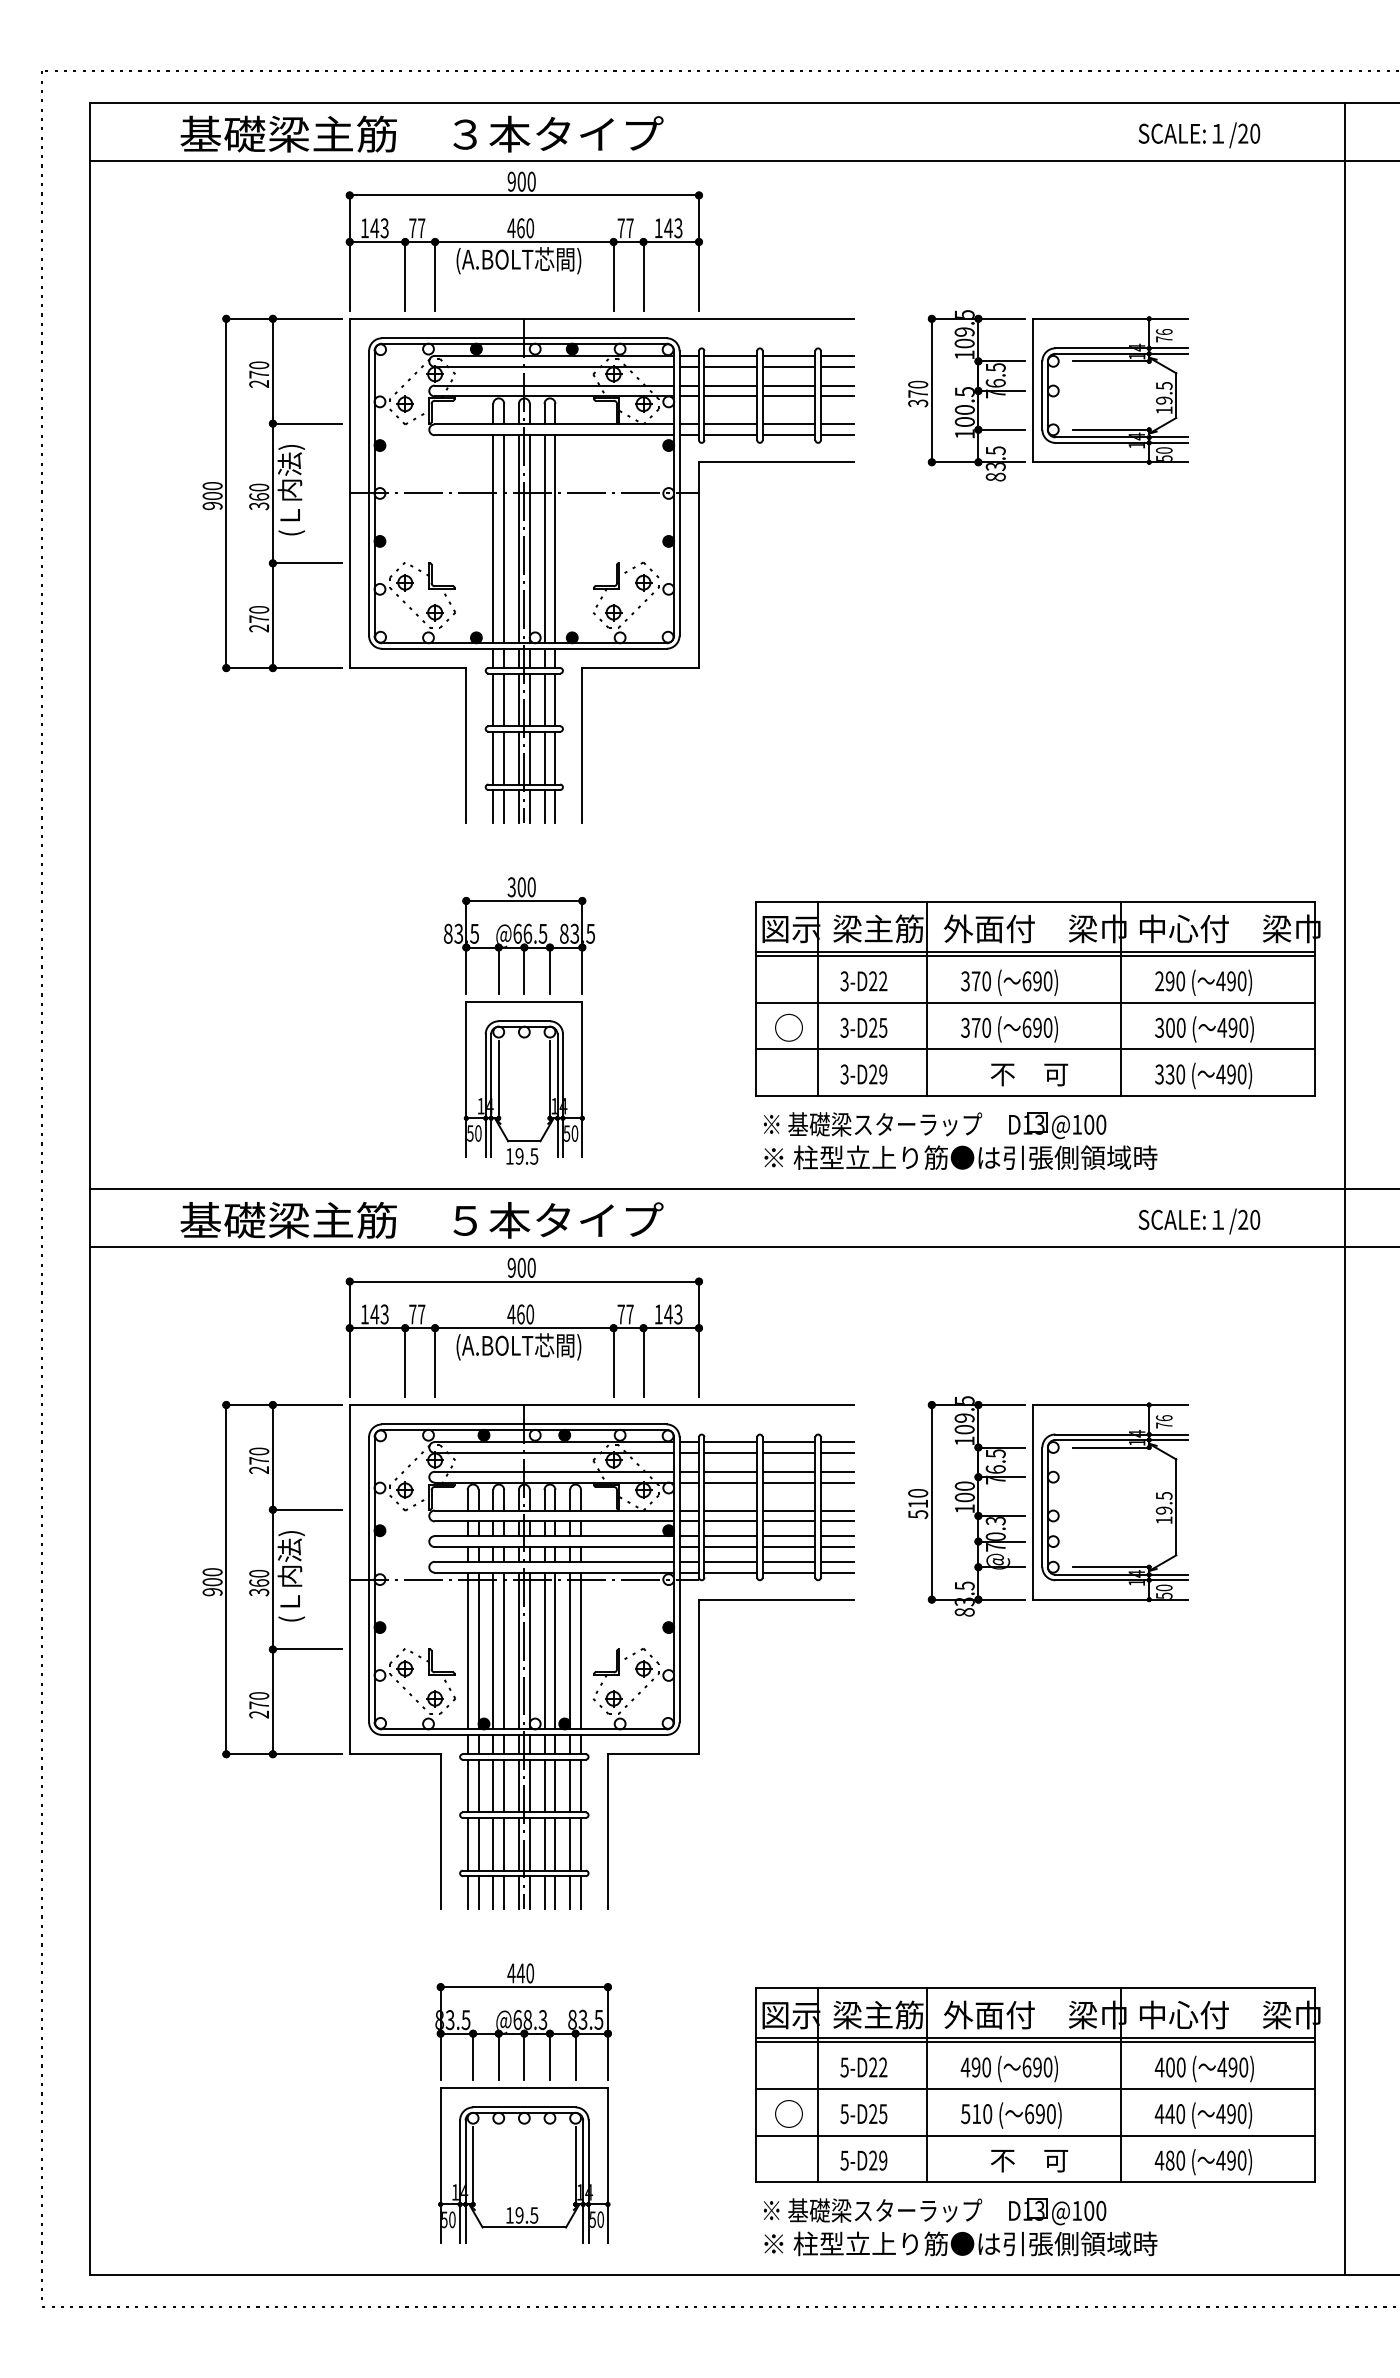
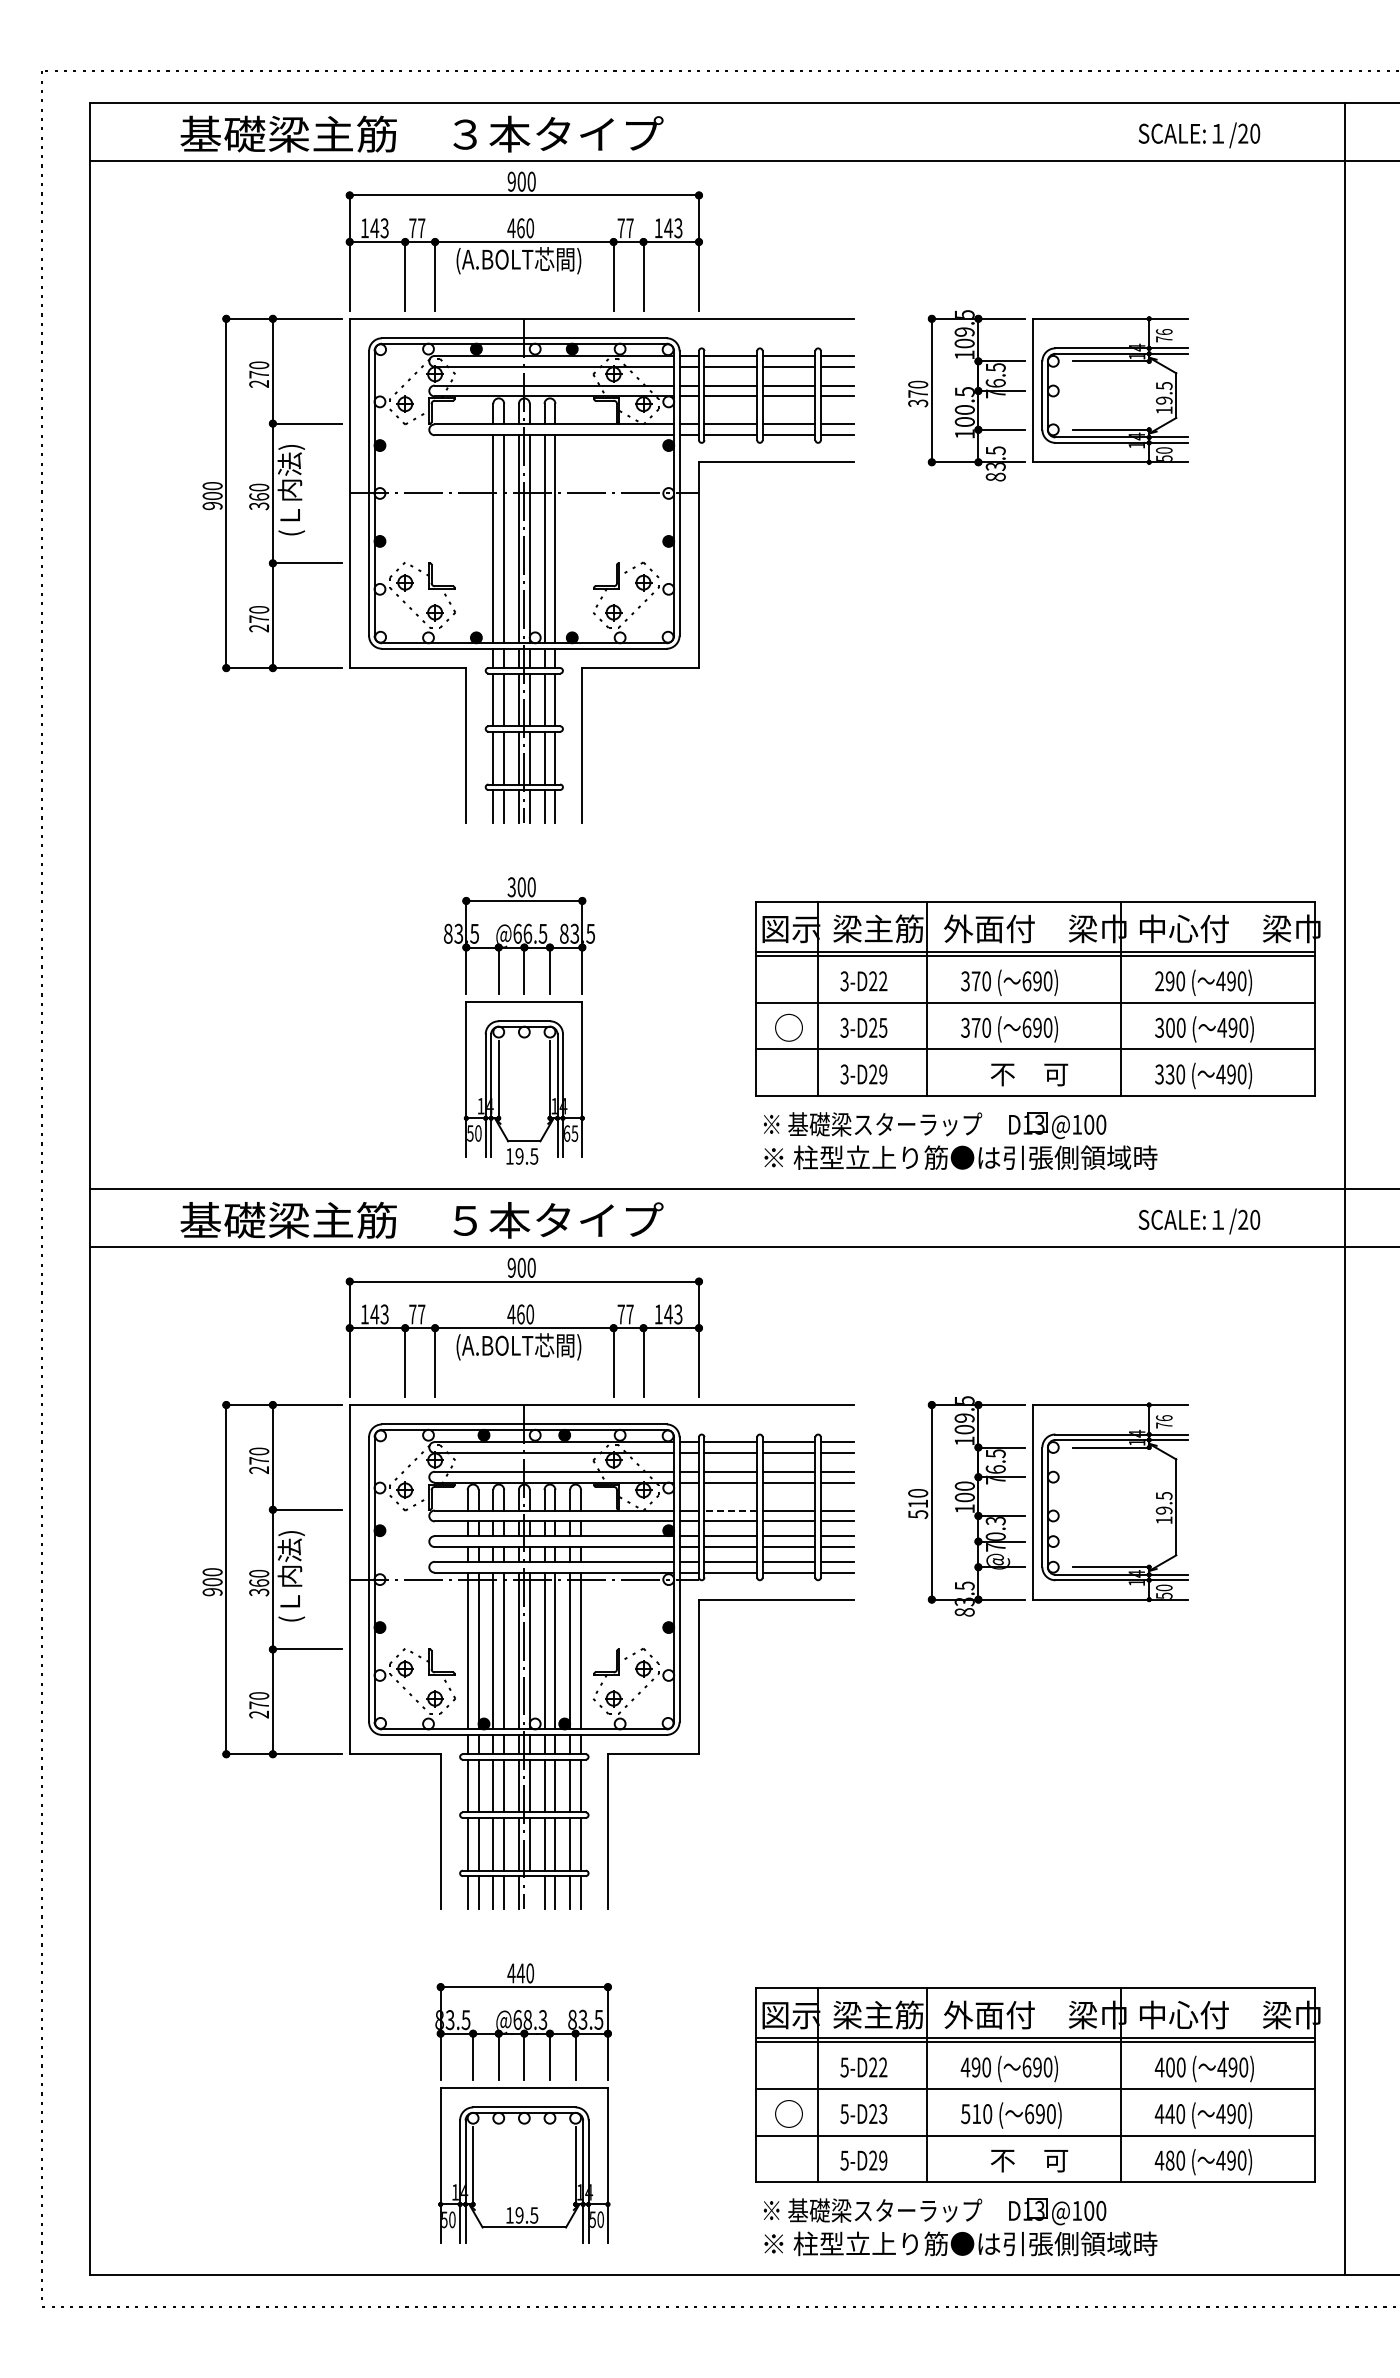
text at (571, 1133): 50 -> 65
line at (730, 1510): solid -> dashed
line at (529, 1892): present -> none
text at (883, 2113): 5-D25 -> 5-D23
